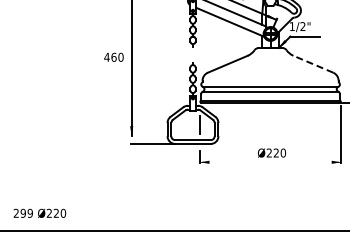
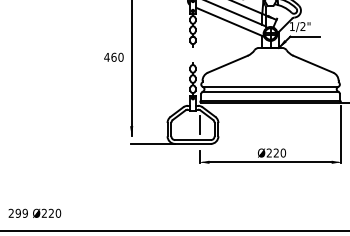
line at (313, 64): dashed -> solid
line at (270, 162): none -> present
text at (39, 212) position: (39, 212) -> (34, 212)
